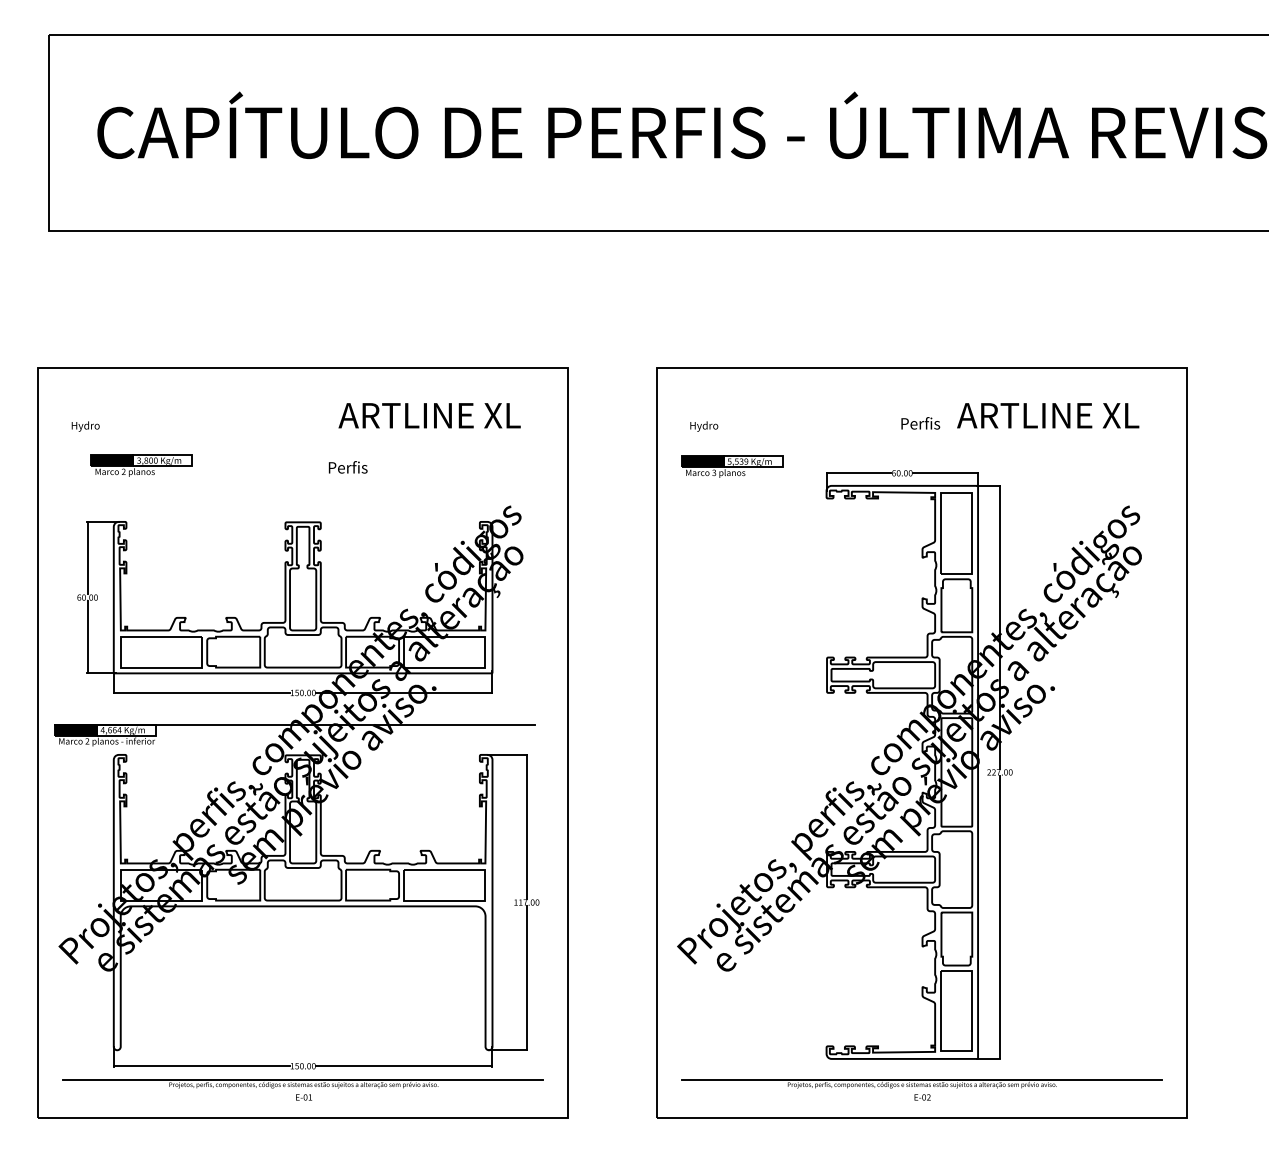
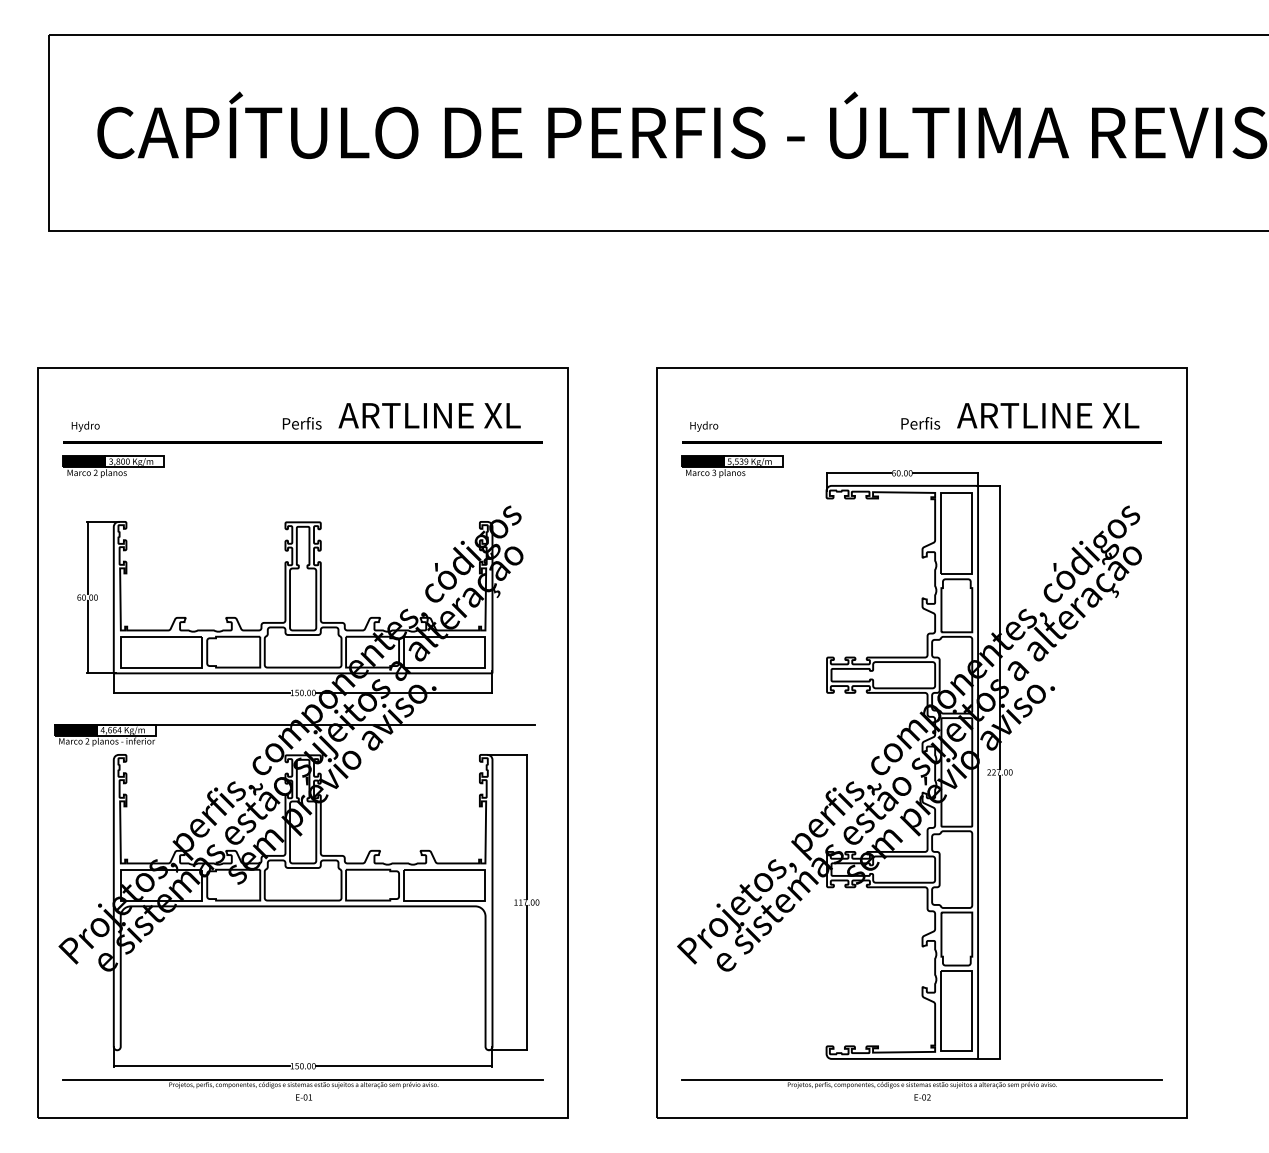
fill at (302, 442): none -> present
fill at (921, 442): none -> present
part at (141, 465) position: (141, 465) -> (113, 466)
text at (347, 467) position: (347, 467) -> (301, 423)
